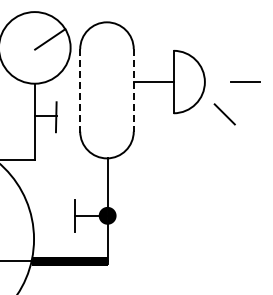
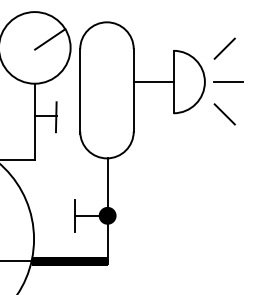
line at (224, 48): none -> present
line at (245, 81) position: (245, 81) -> (228, 81)
line at (133, 90): dashed -> solid
line at (80, 91): dashed -> solid
